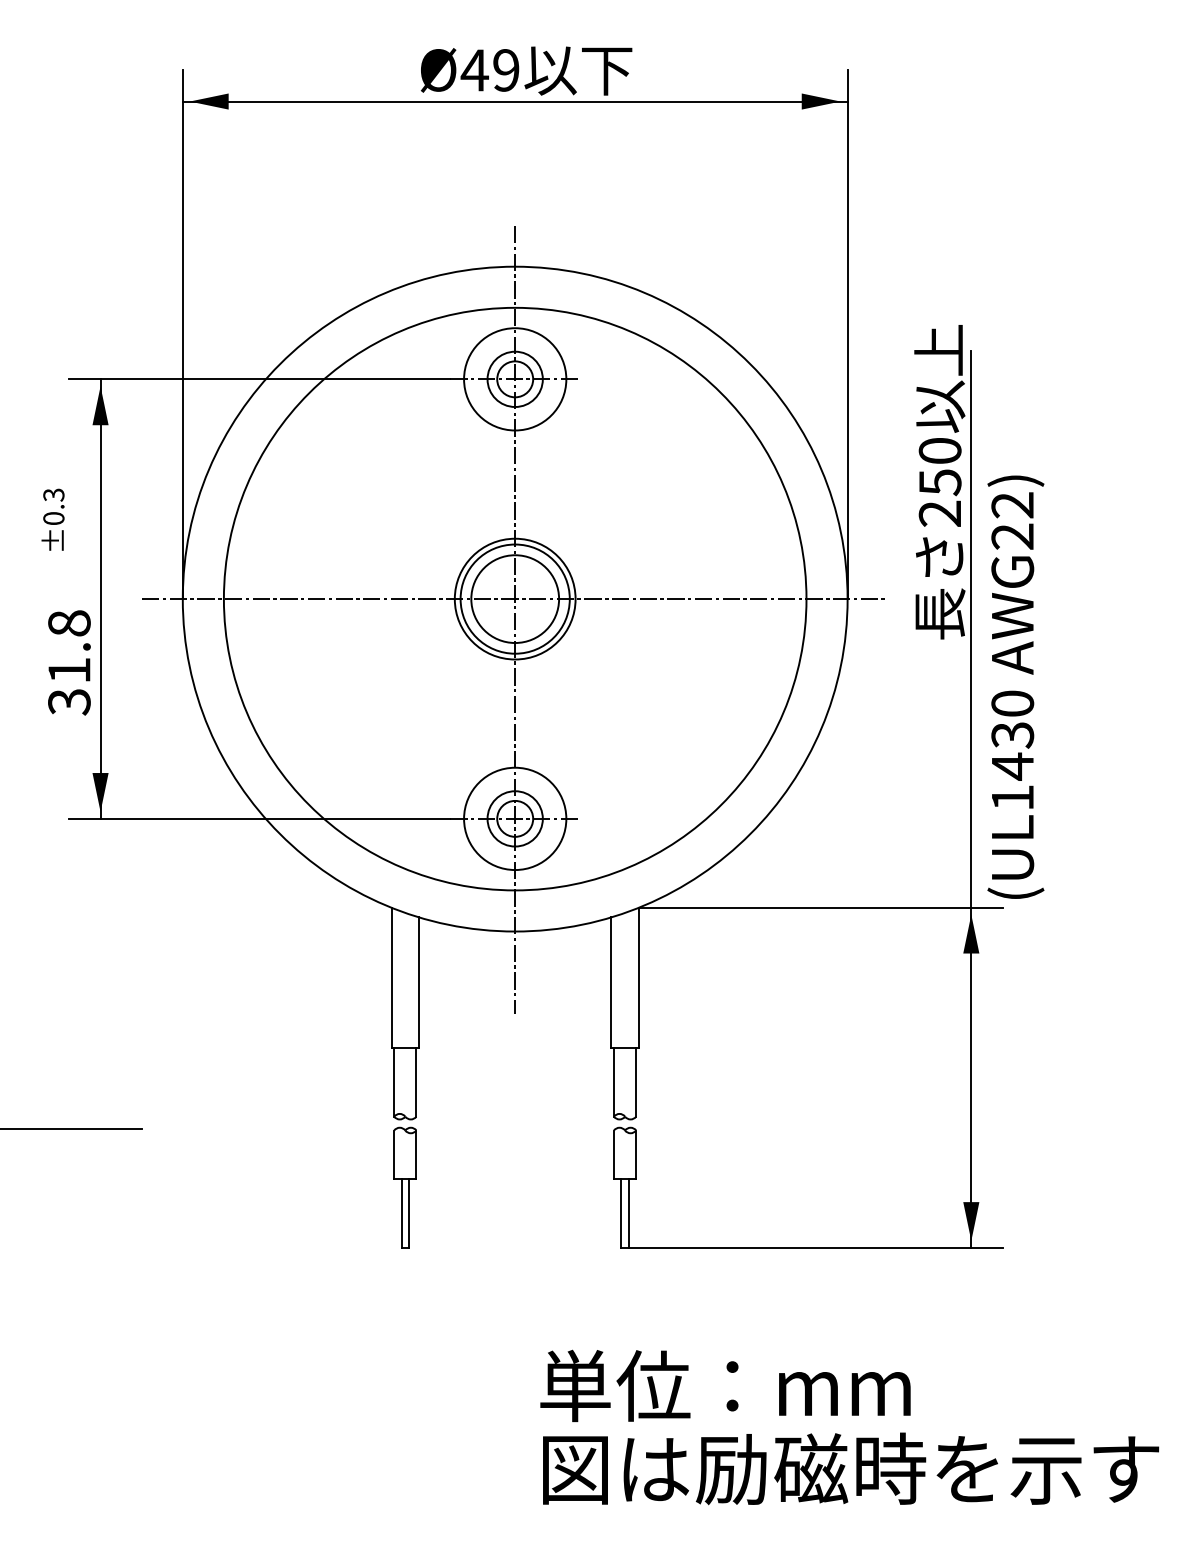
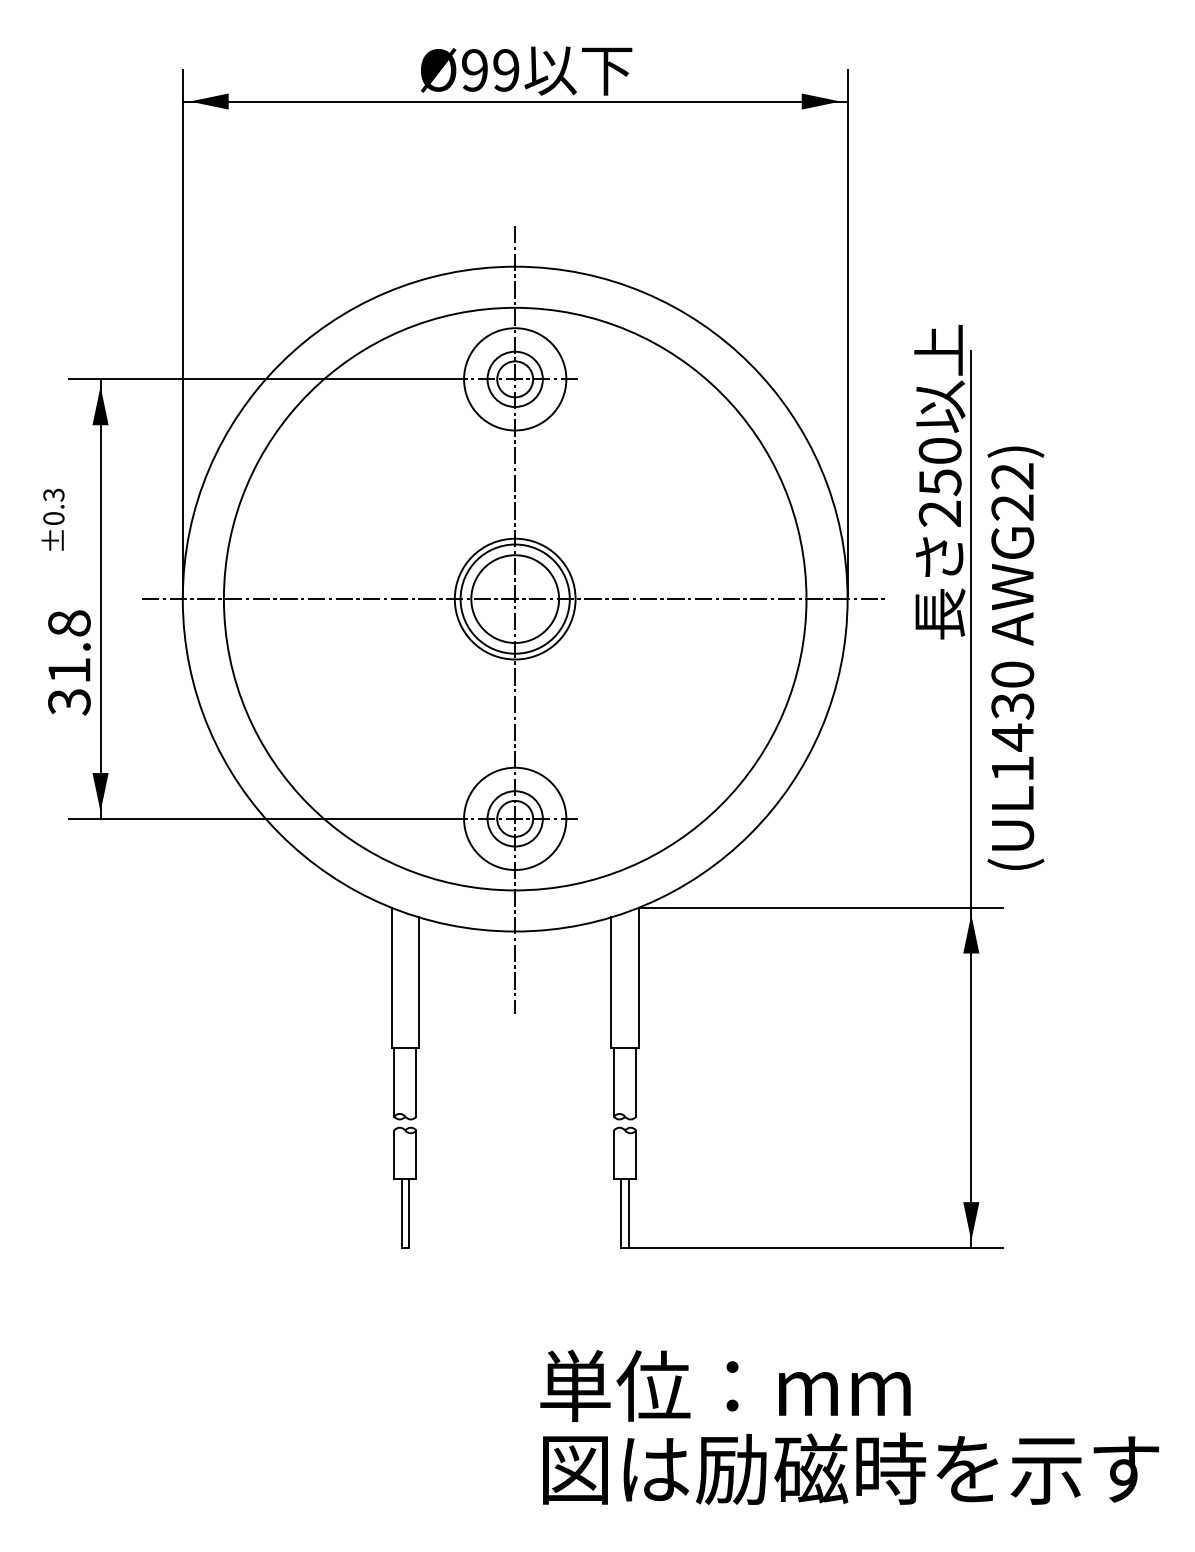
text at (474, 70): Ø49 -> Ø99
text at (1015, 686) position: (1015, 686) -> (1015, 657)
line at (72, 1128): present -> none
